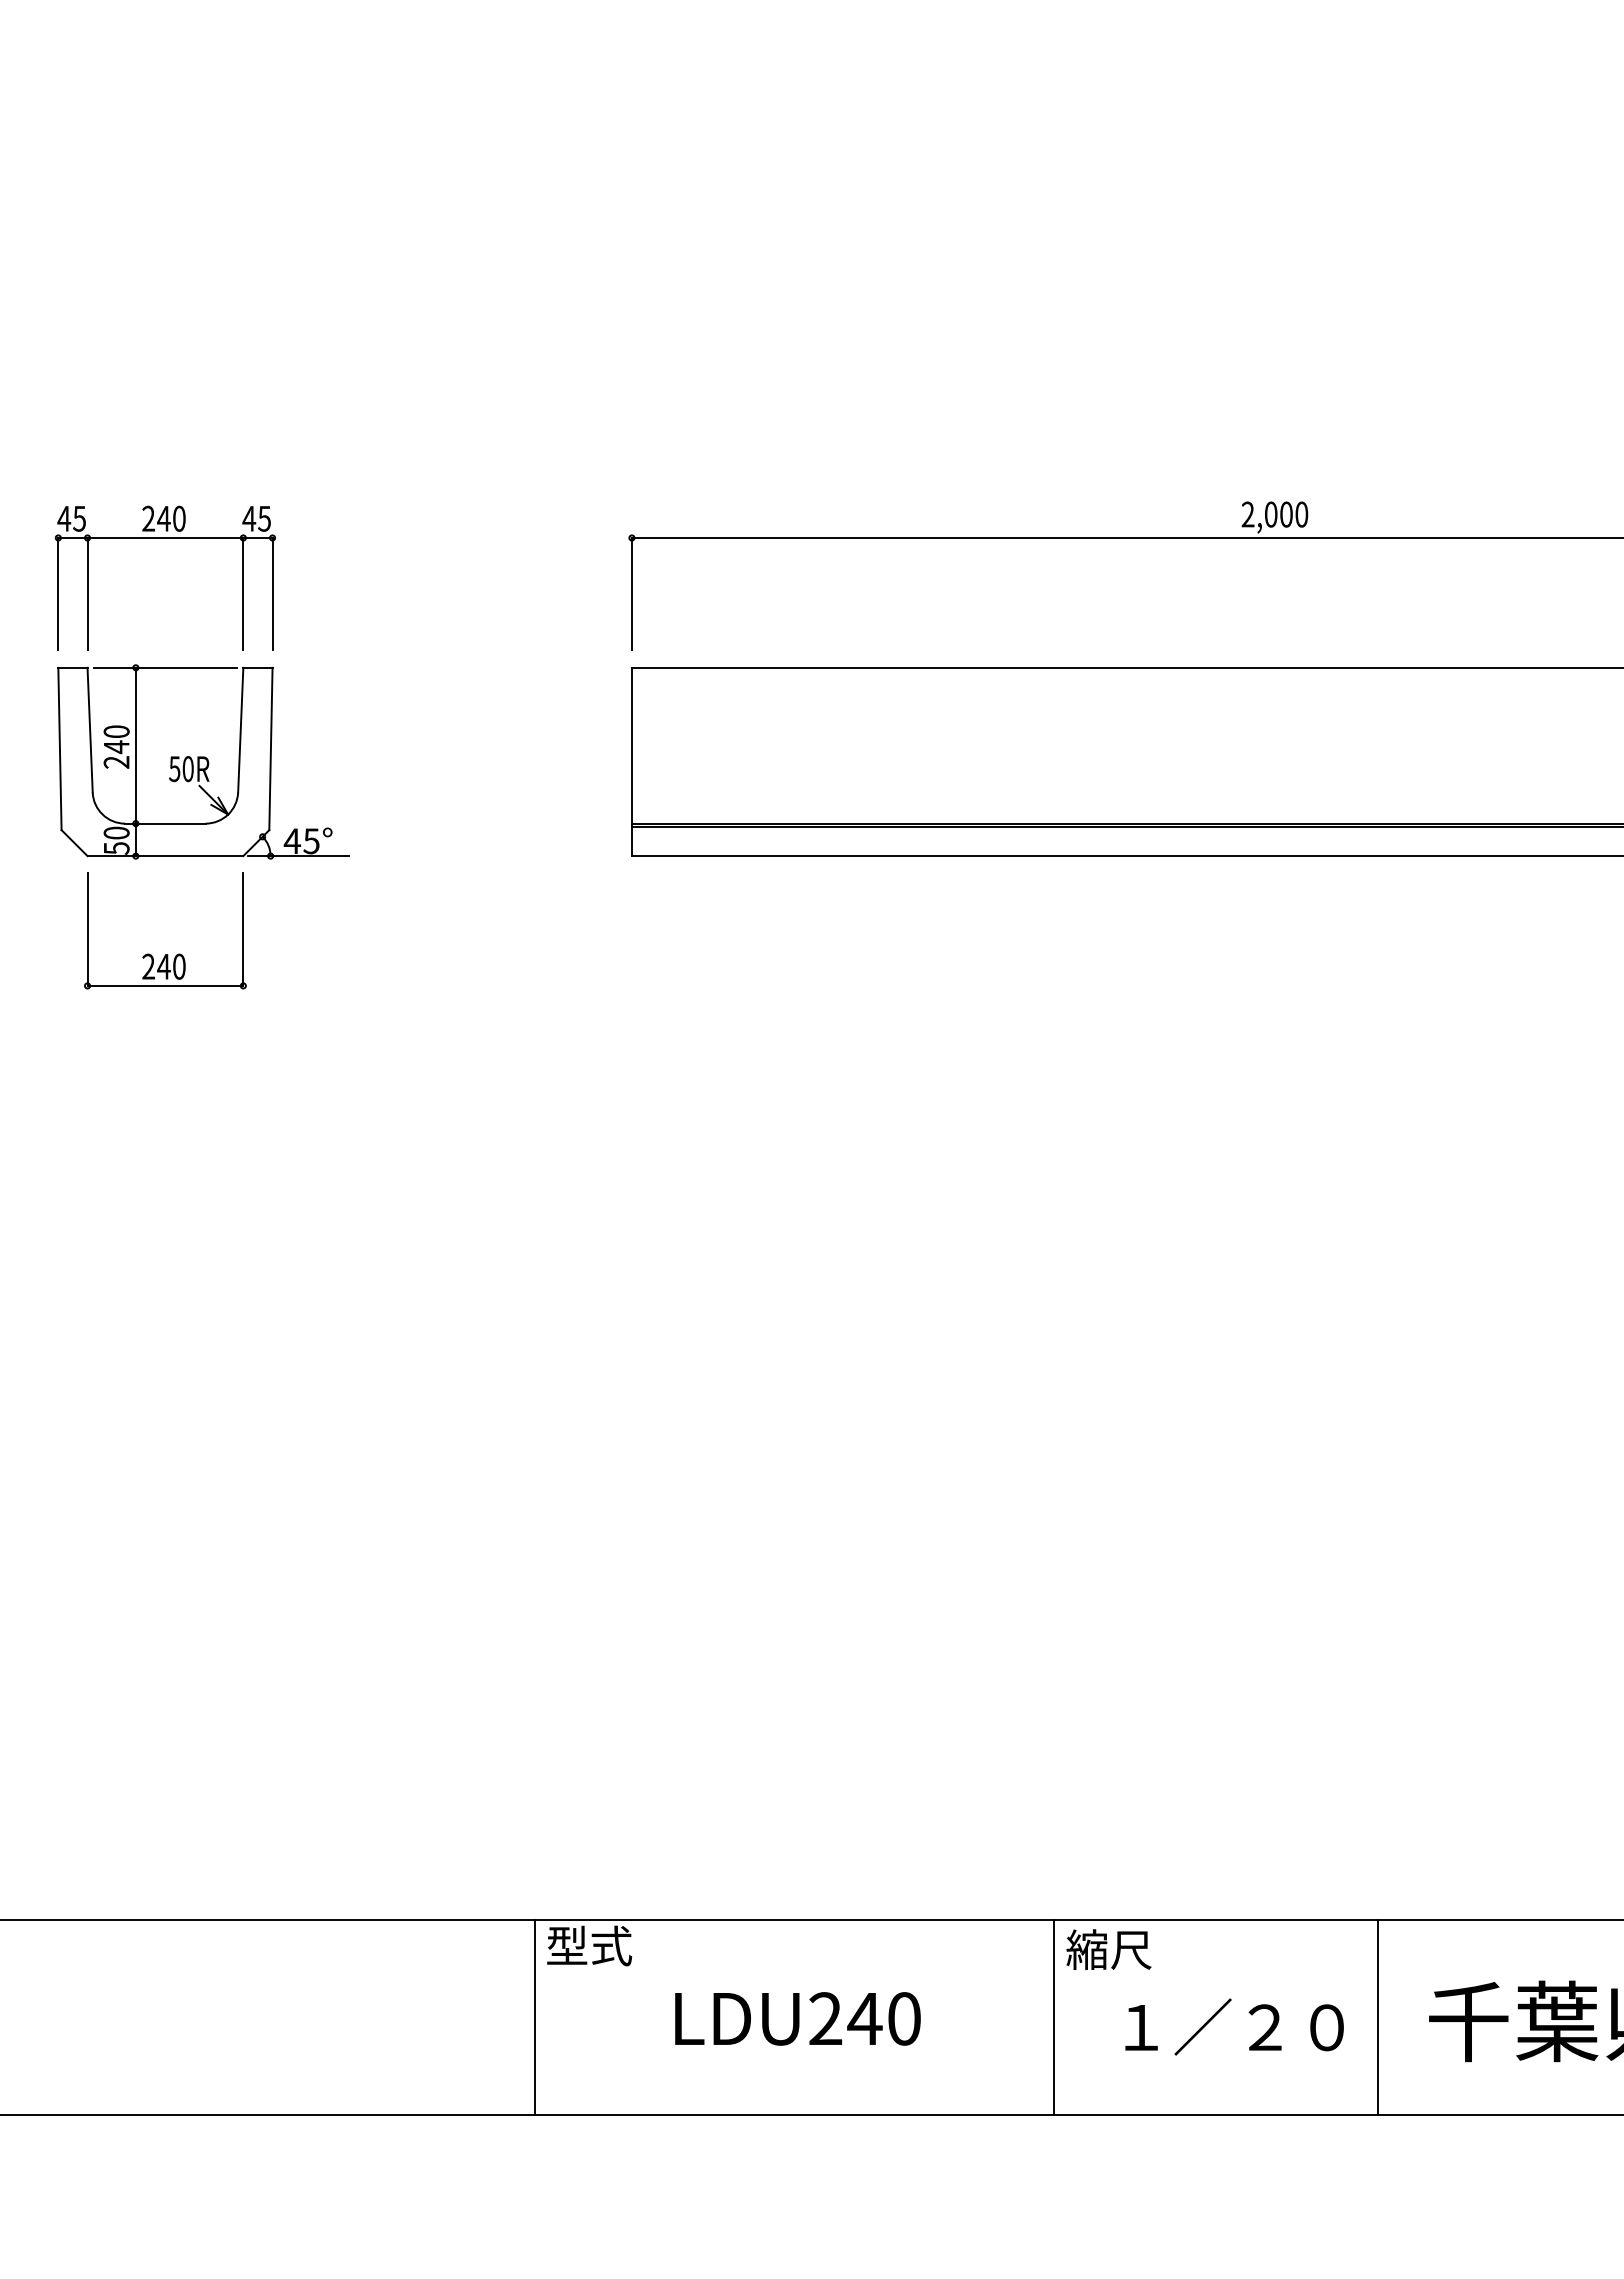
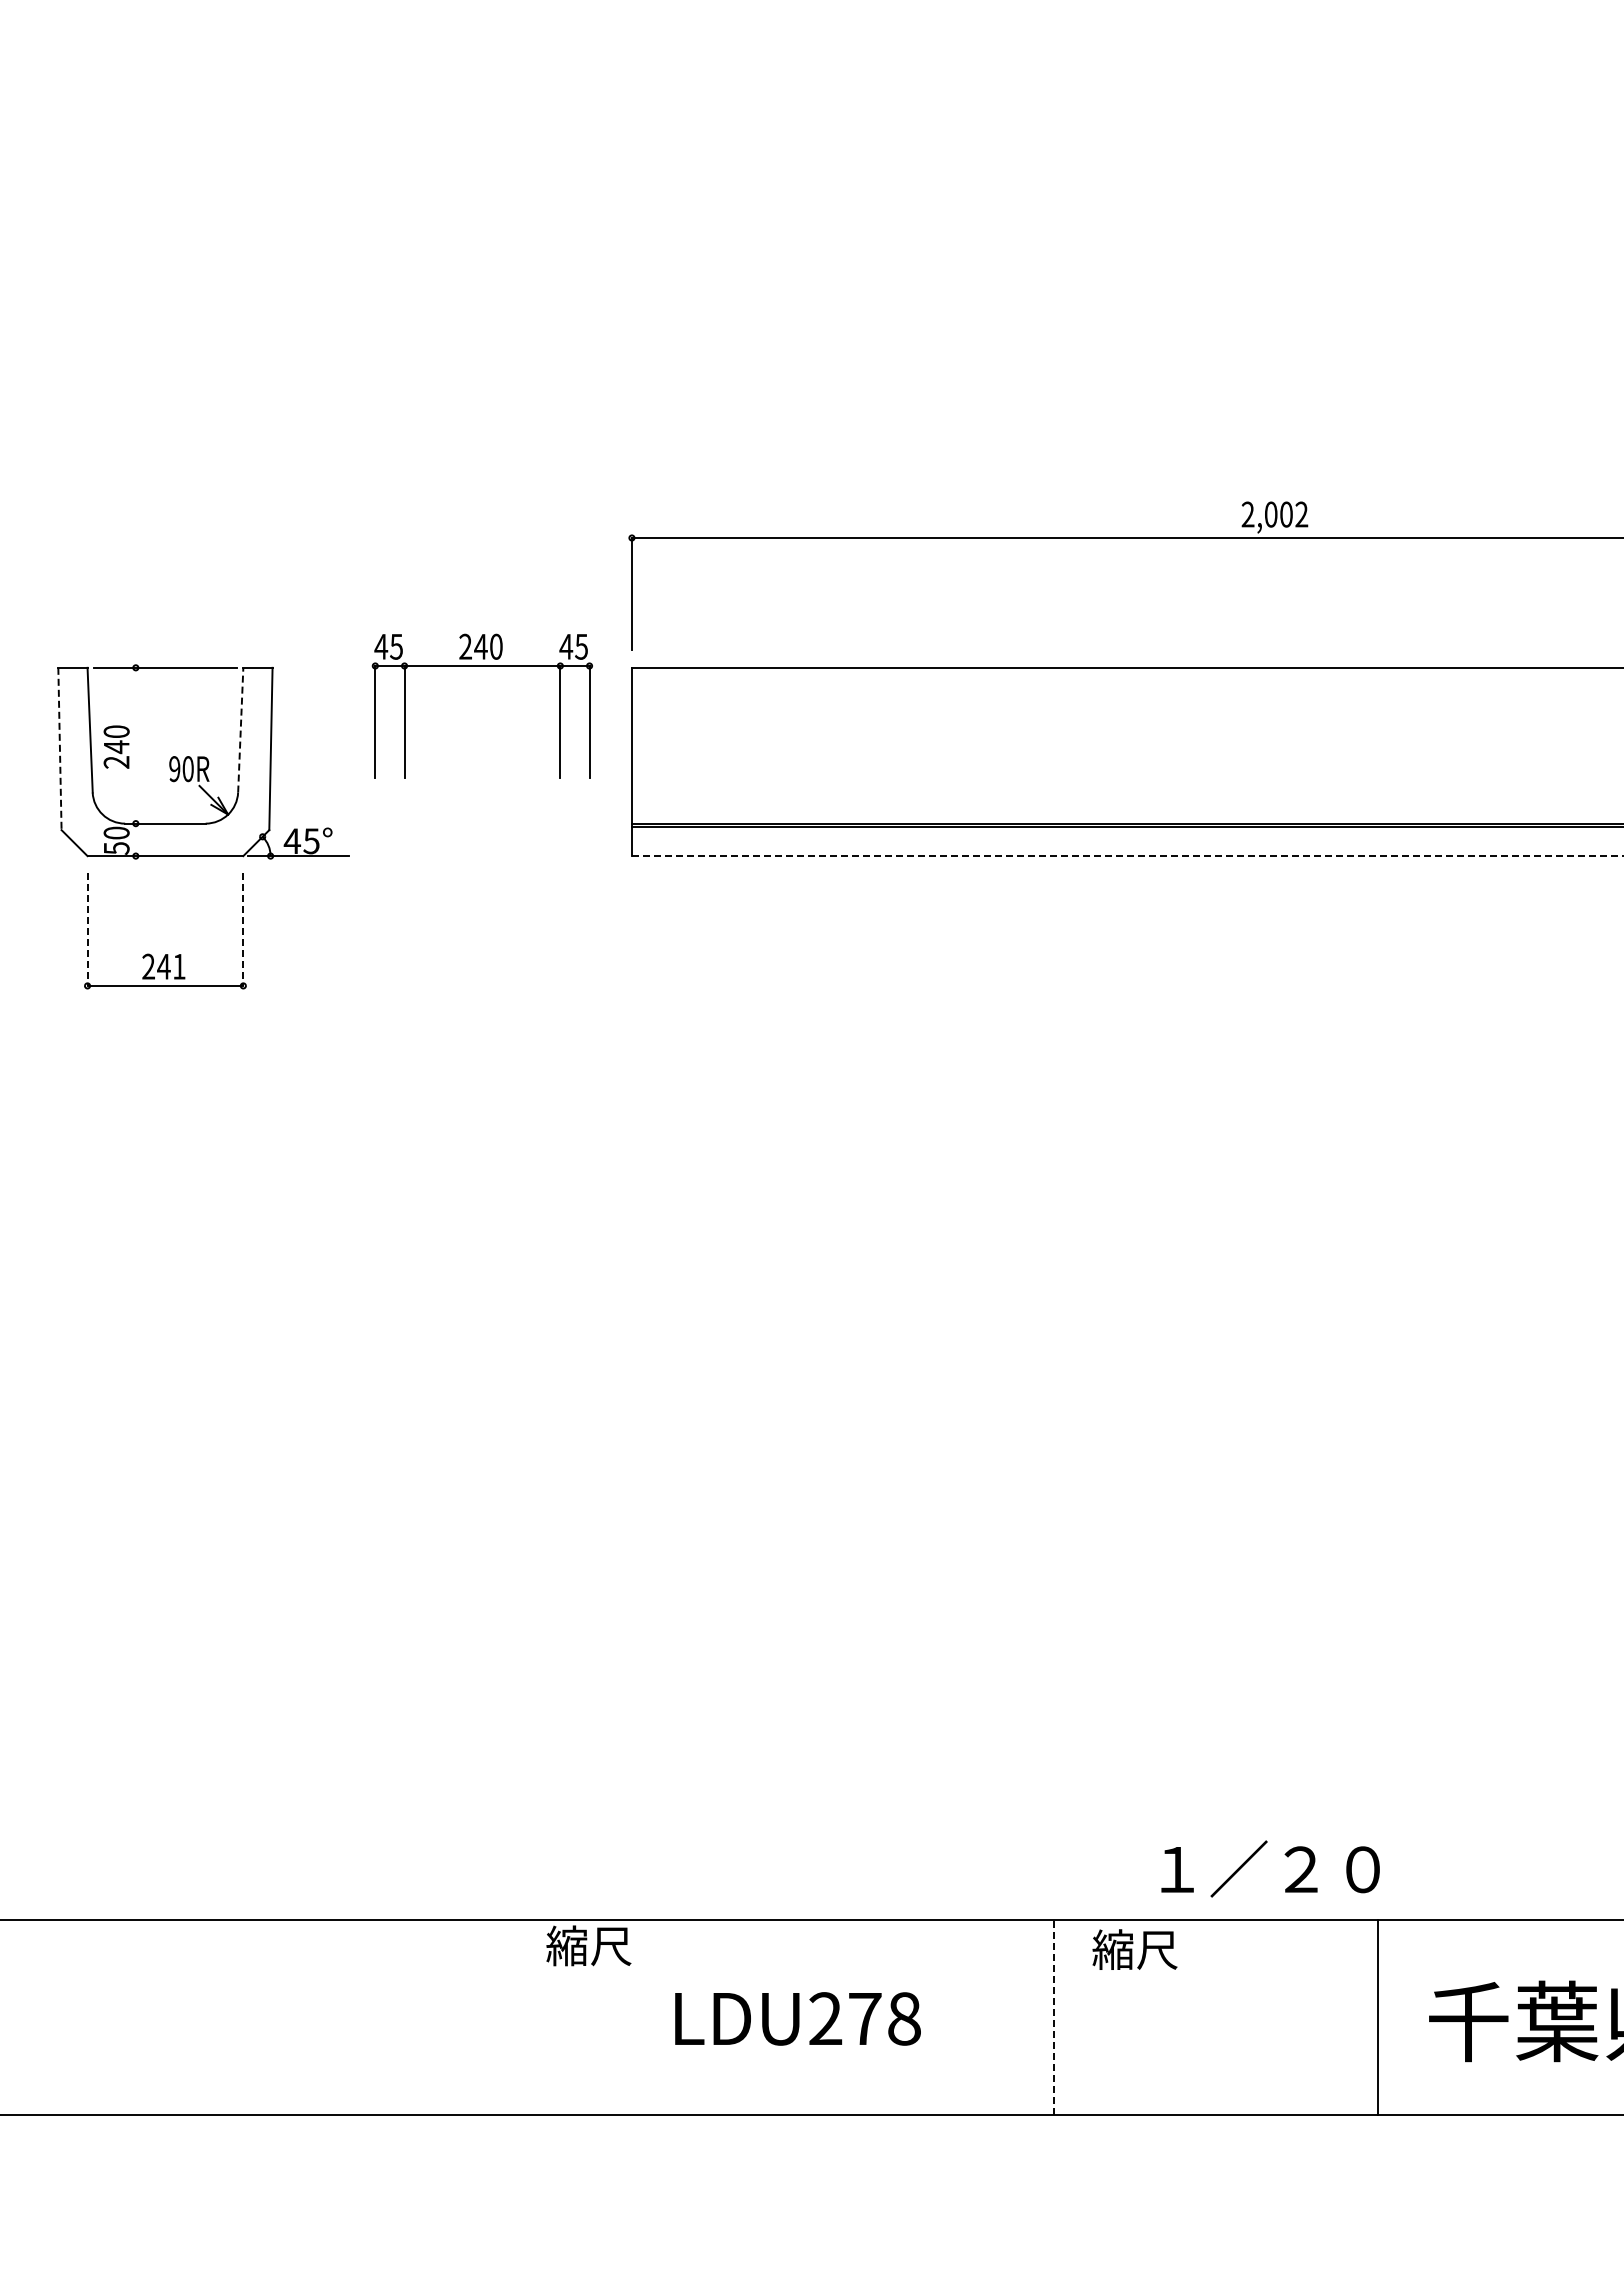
text at (1301, 514): 2,000 -> 2,002
part at (164, 538) position: (164, 538) -> (481, 666)
line at (240, 729): solid -> dashed
line at (59, 749): solid -> dashed
line at (135, 761): present -> none
text at (174, 769): 50R -> 90R
line at (1127, 856): solid -> dashed
line at (87, 930): solid -> dashed
line at (243, 930): solid -> dashed
text at (179, 966): 240 -> 241
text at (589, 1945): 型式 -> 縮尺
text at (1108, 1949) position: (1108, 1949) -> (1134, 1949)
line at (534, 2017): present -> none
line at (1053, 2017): solid -> dashed
text at (883, 2018): LDU240 -> LDU278
text at (1234, 2026) position: (1234, 2026) -> (1270, 1868)
